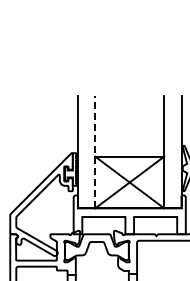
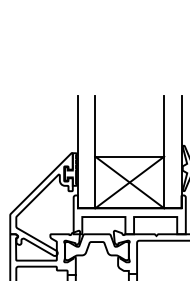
line at (95, 151): dashed -> solid
